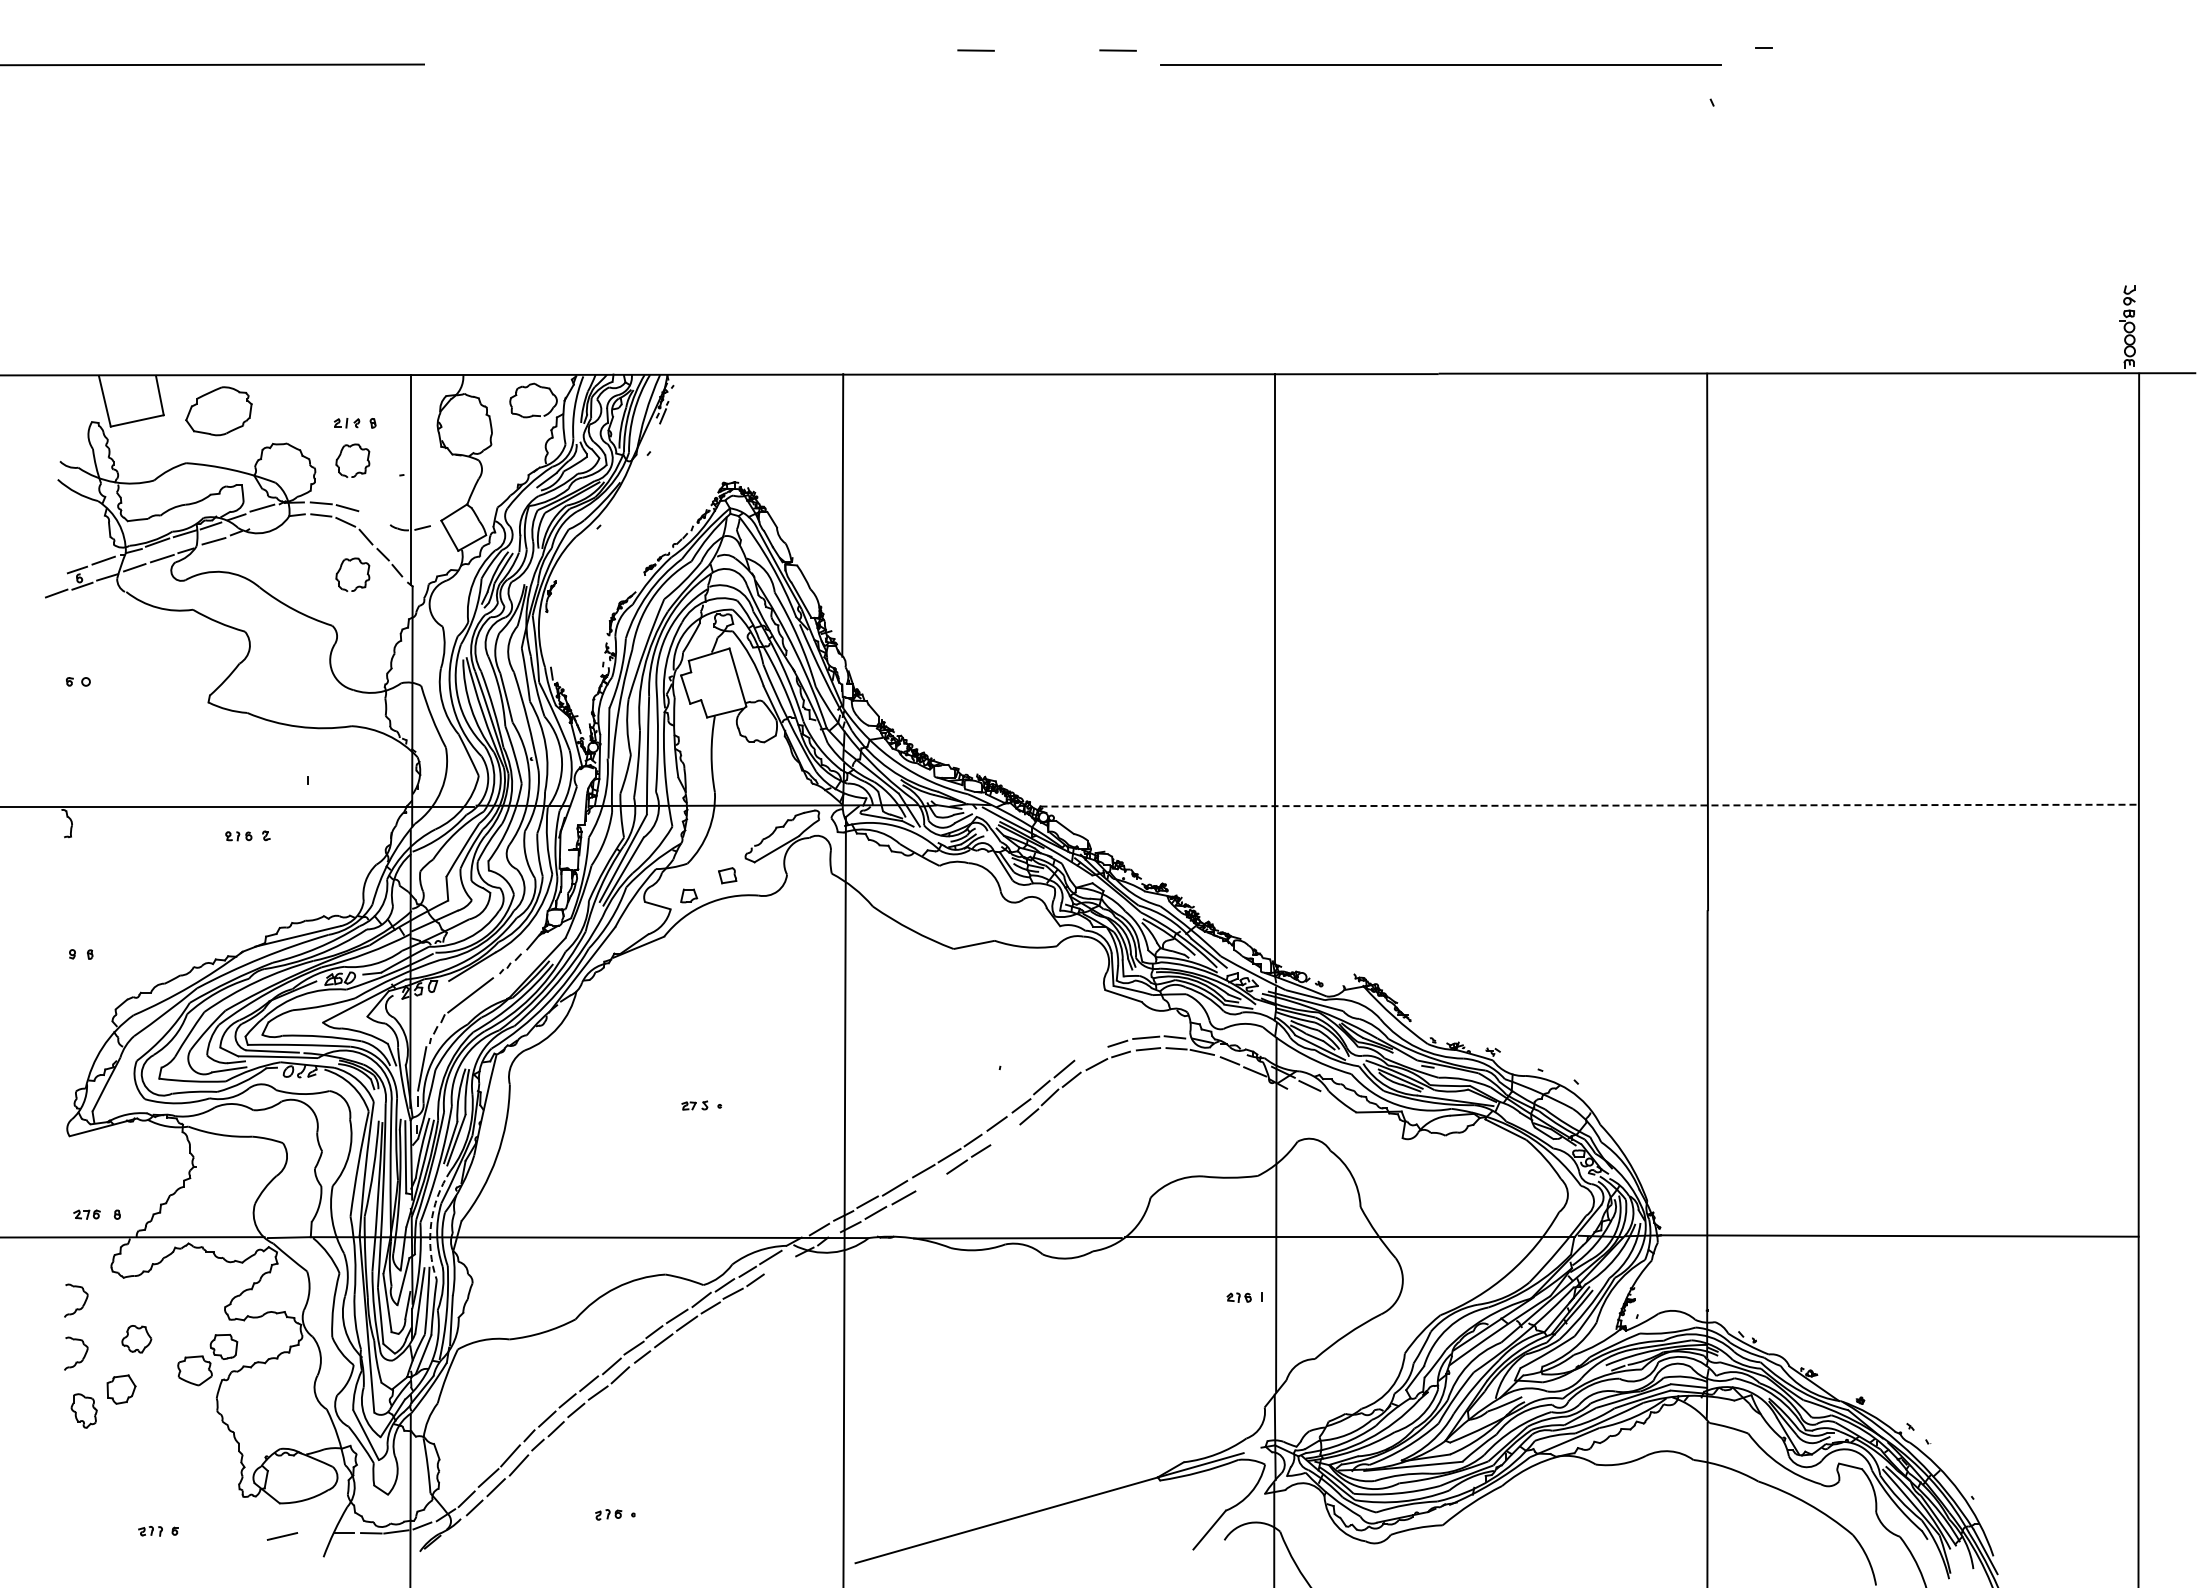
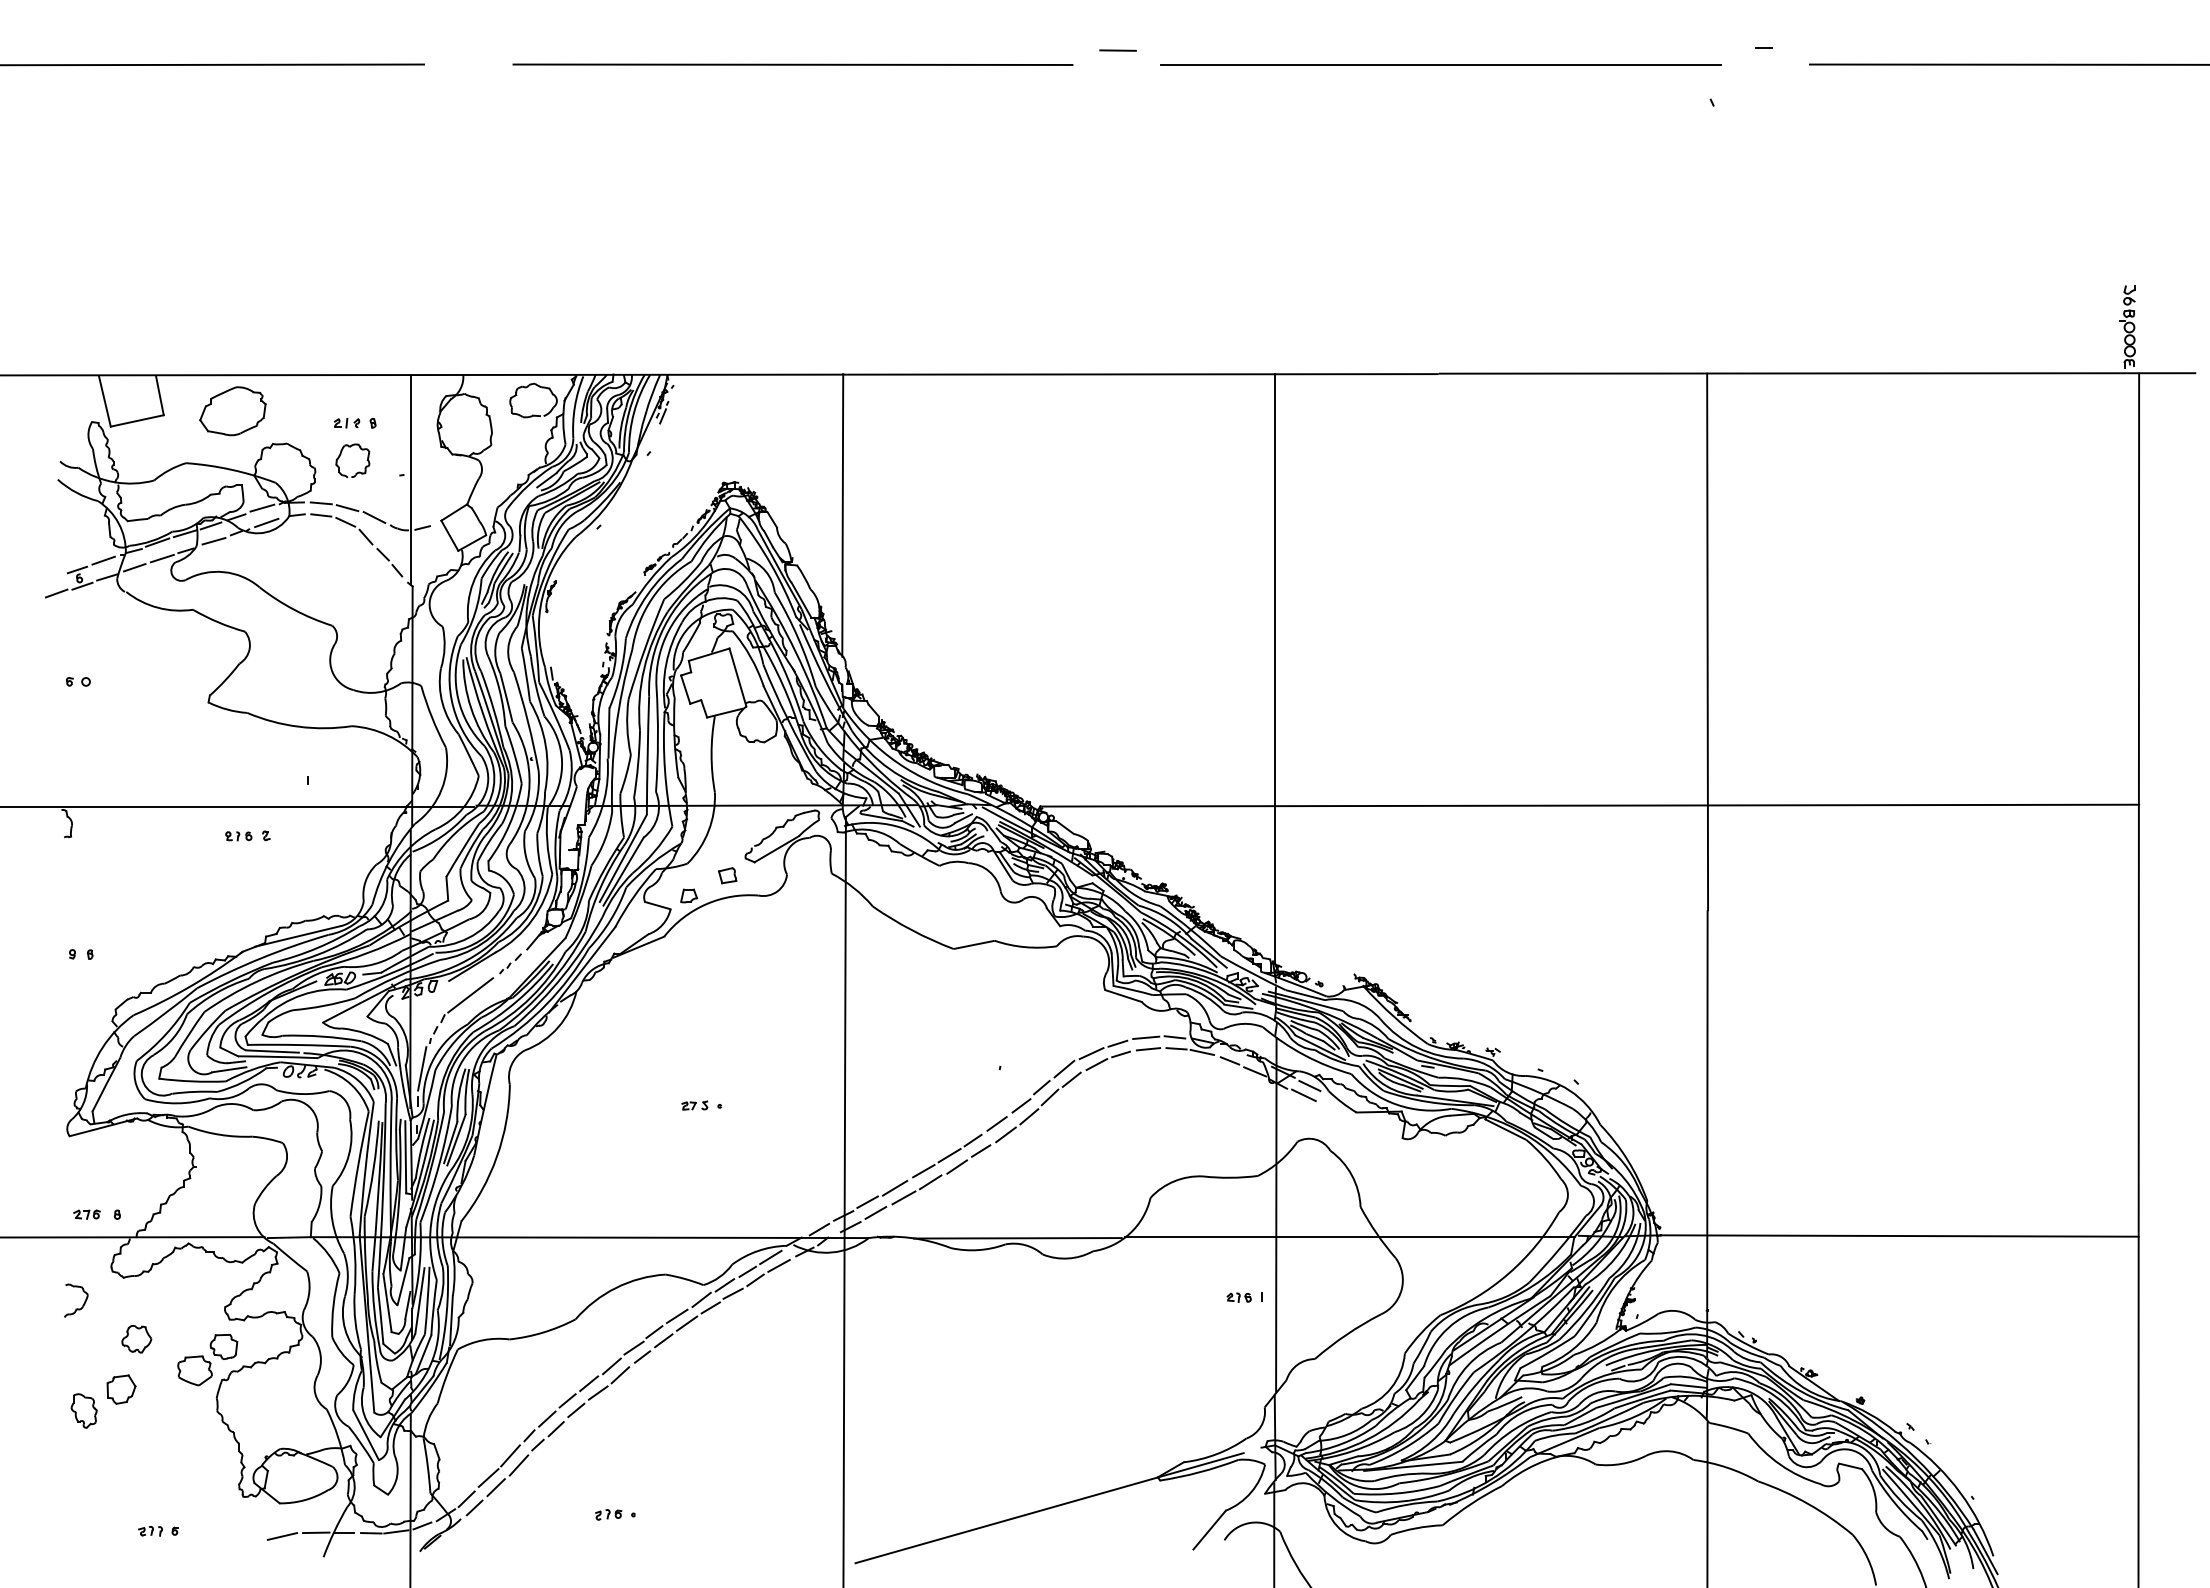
line at (975, 50): present -> none
line at (792, 64): none -> present
line at (2007, 64): none -> present
part at (218, 411) position: (218, 411) -> (232, 411)
line at (374, 517): none -> present
line at (266, 522): none -> present
part at (341, 568): present -> none
line at (1590, 805): dashed -> solid
line at (1091, 1053): none -> present
line at (1303, 1095): none -> present
line at (1005, 1134): none -> present
line at (930, 1182): none -> present
arc at (431, 1223): dashed -> solid
line at (778, 1265): none -> present
part at (83, 1356): present -> none
line at (316, 1532): none -> present
